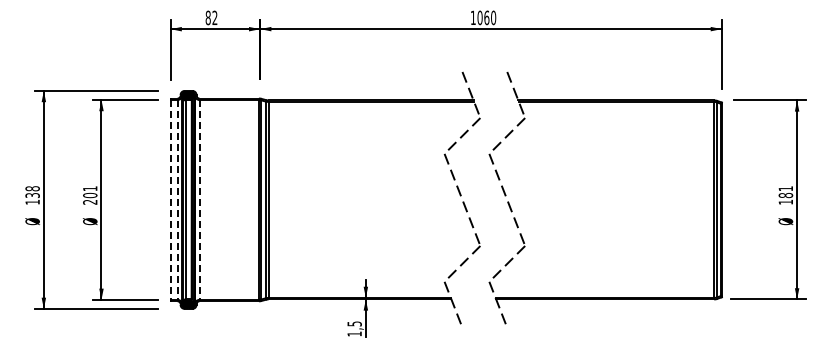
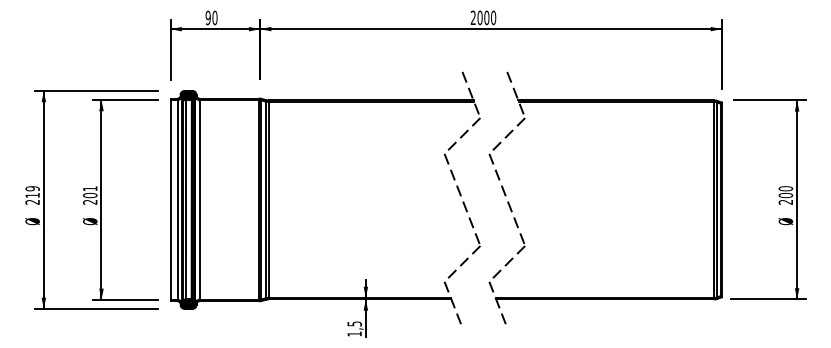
text at (211, 17): 82 -> 90
text at (479, 17): 1060 -> 2000
text at (32, 195): 138 -> 219
text at (785, 195): 181 -> 200
line at (170, 199): dashed -> solid
line at (177, 199): dashed -> solid
line at (199, 199): dashed -> solid
